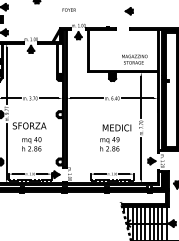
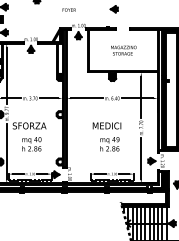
part at (128, 11) position: (128, 11) -> (113, 9)
text at (134, 59) position: (134, 59) -> (123, 50)
text at (116, 127) position: (116, 127) -> (106, 125)
